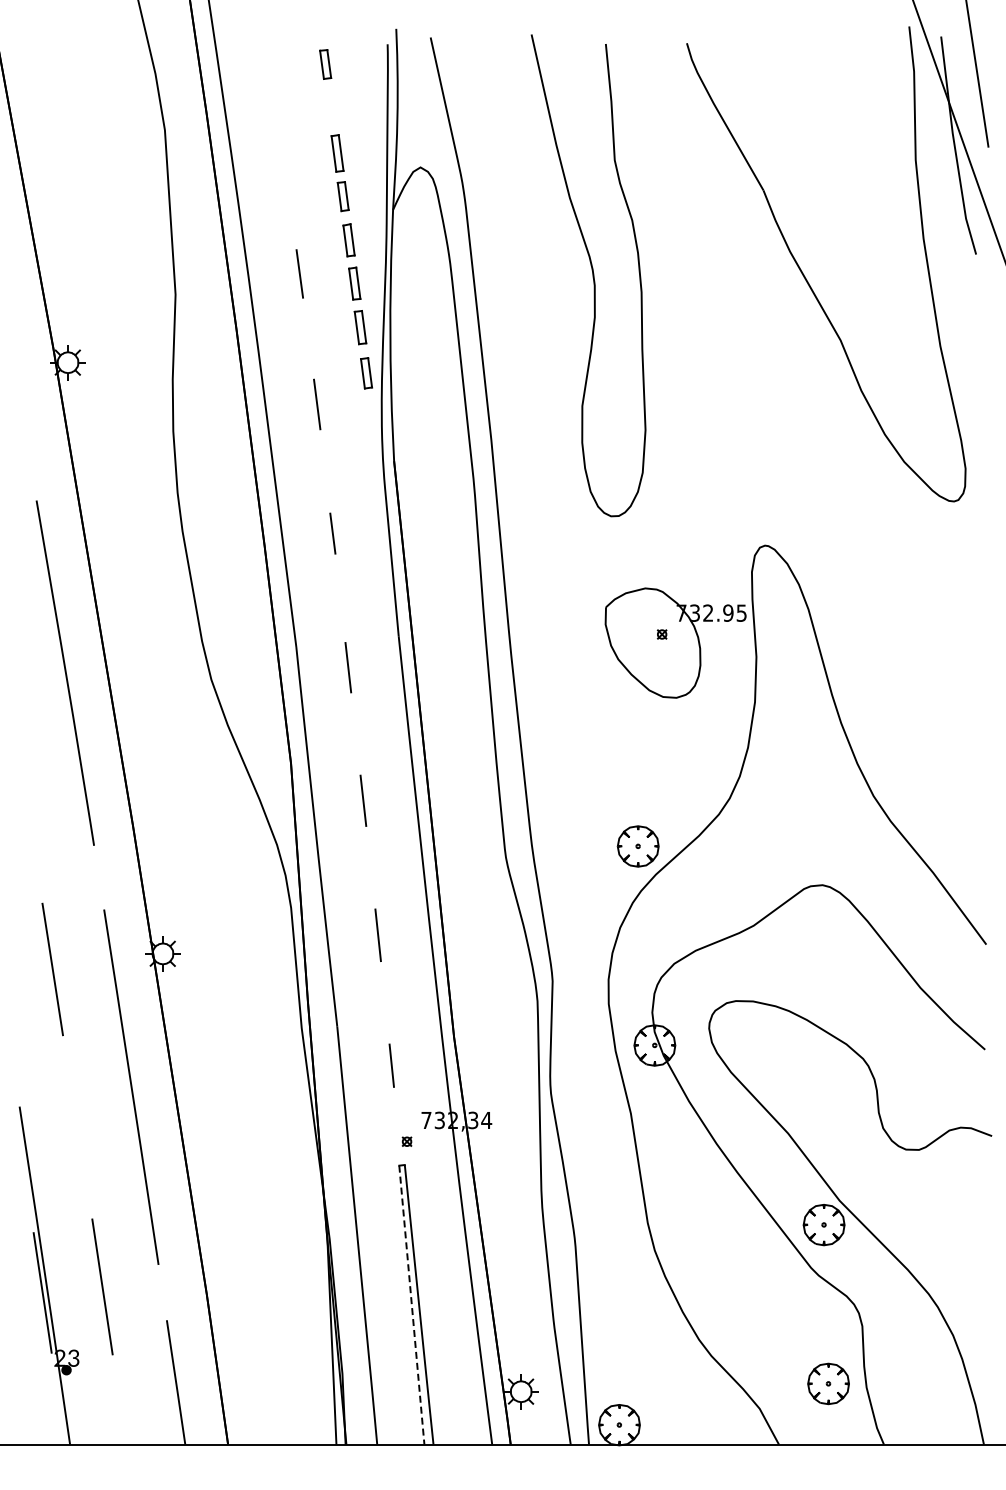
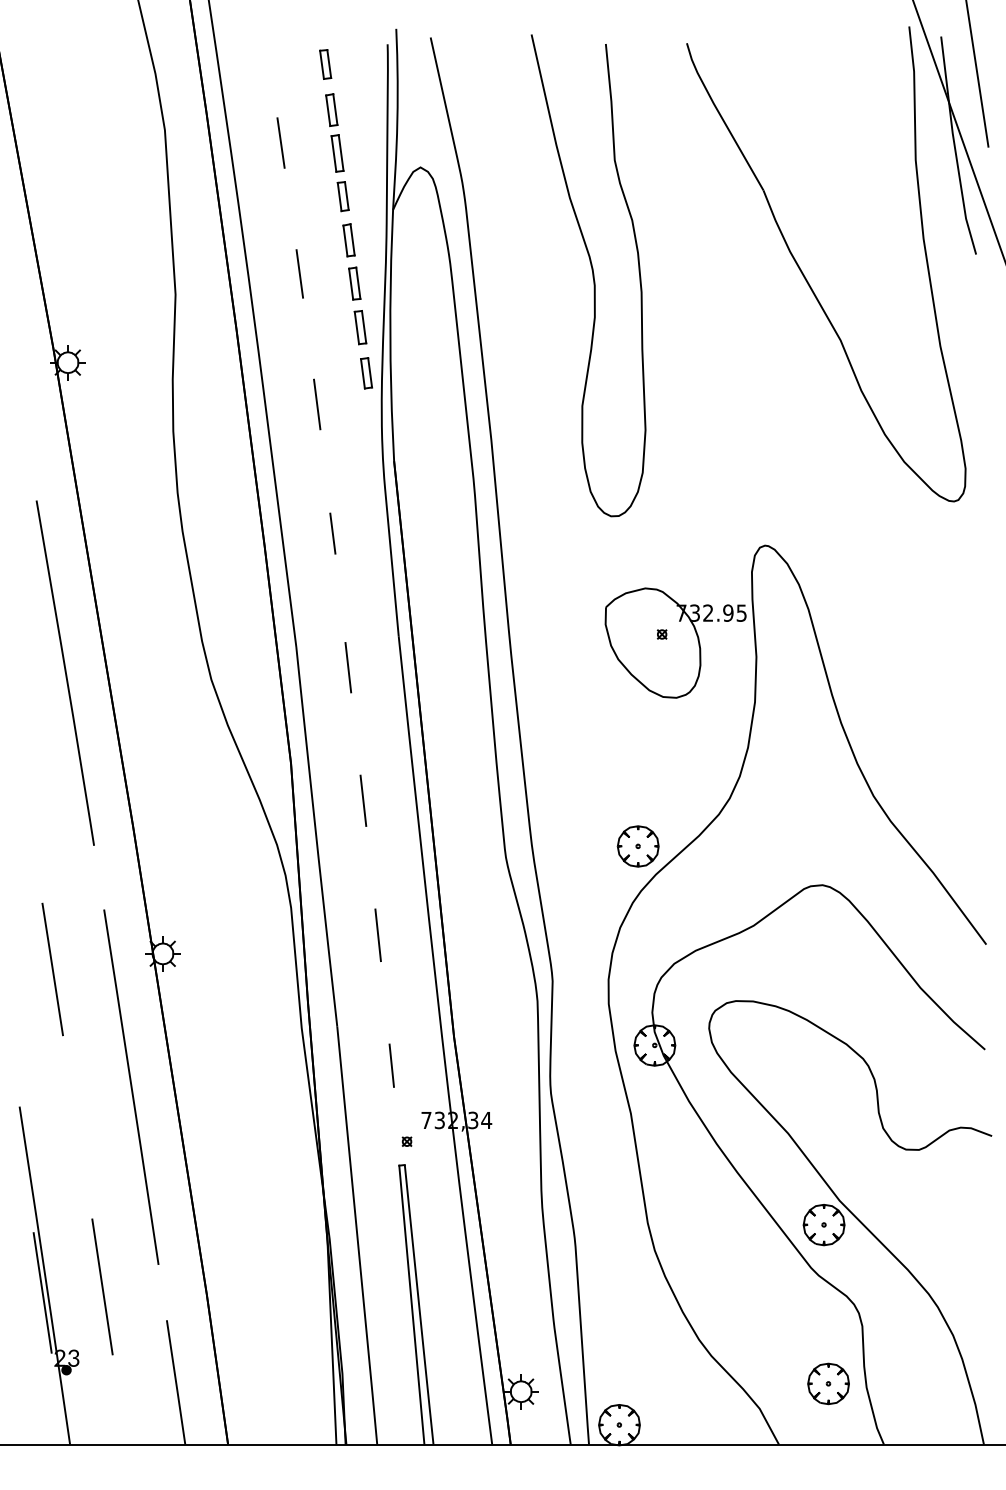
part at (331, 110): none -> present
line at (280, 142): none -> present
line at (411, 1305): dashed -> solid
